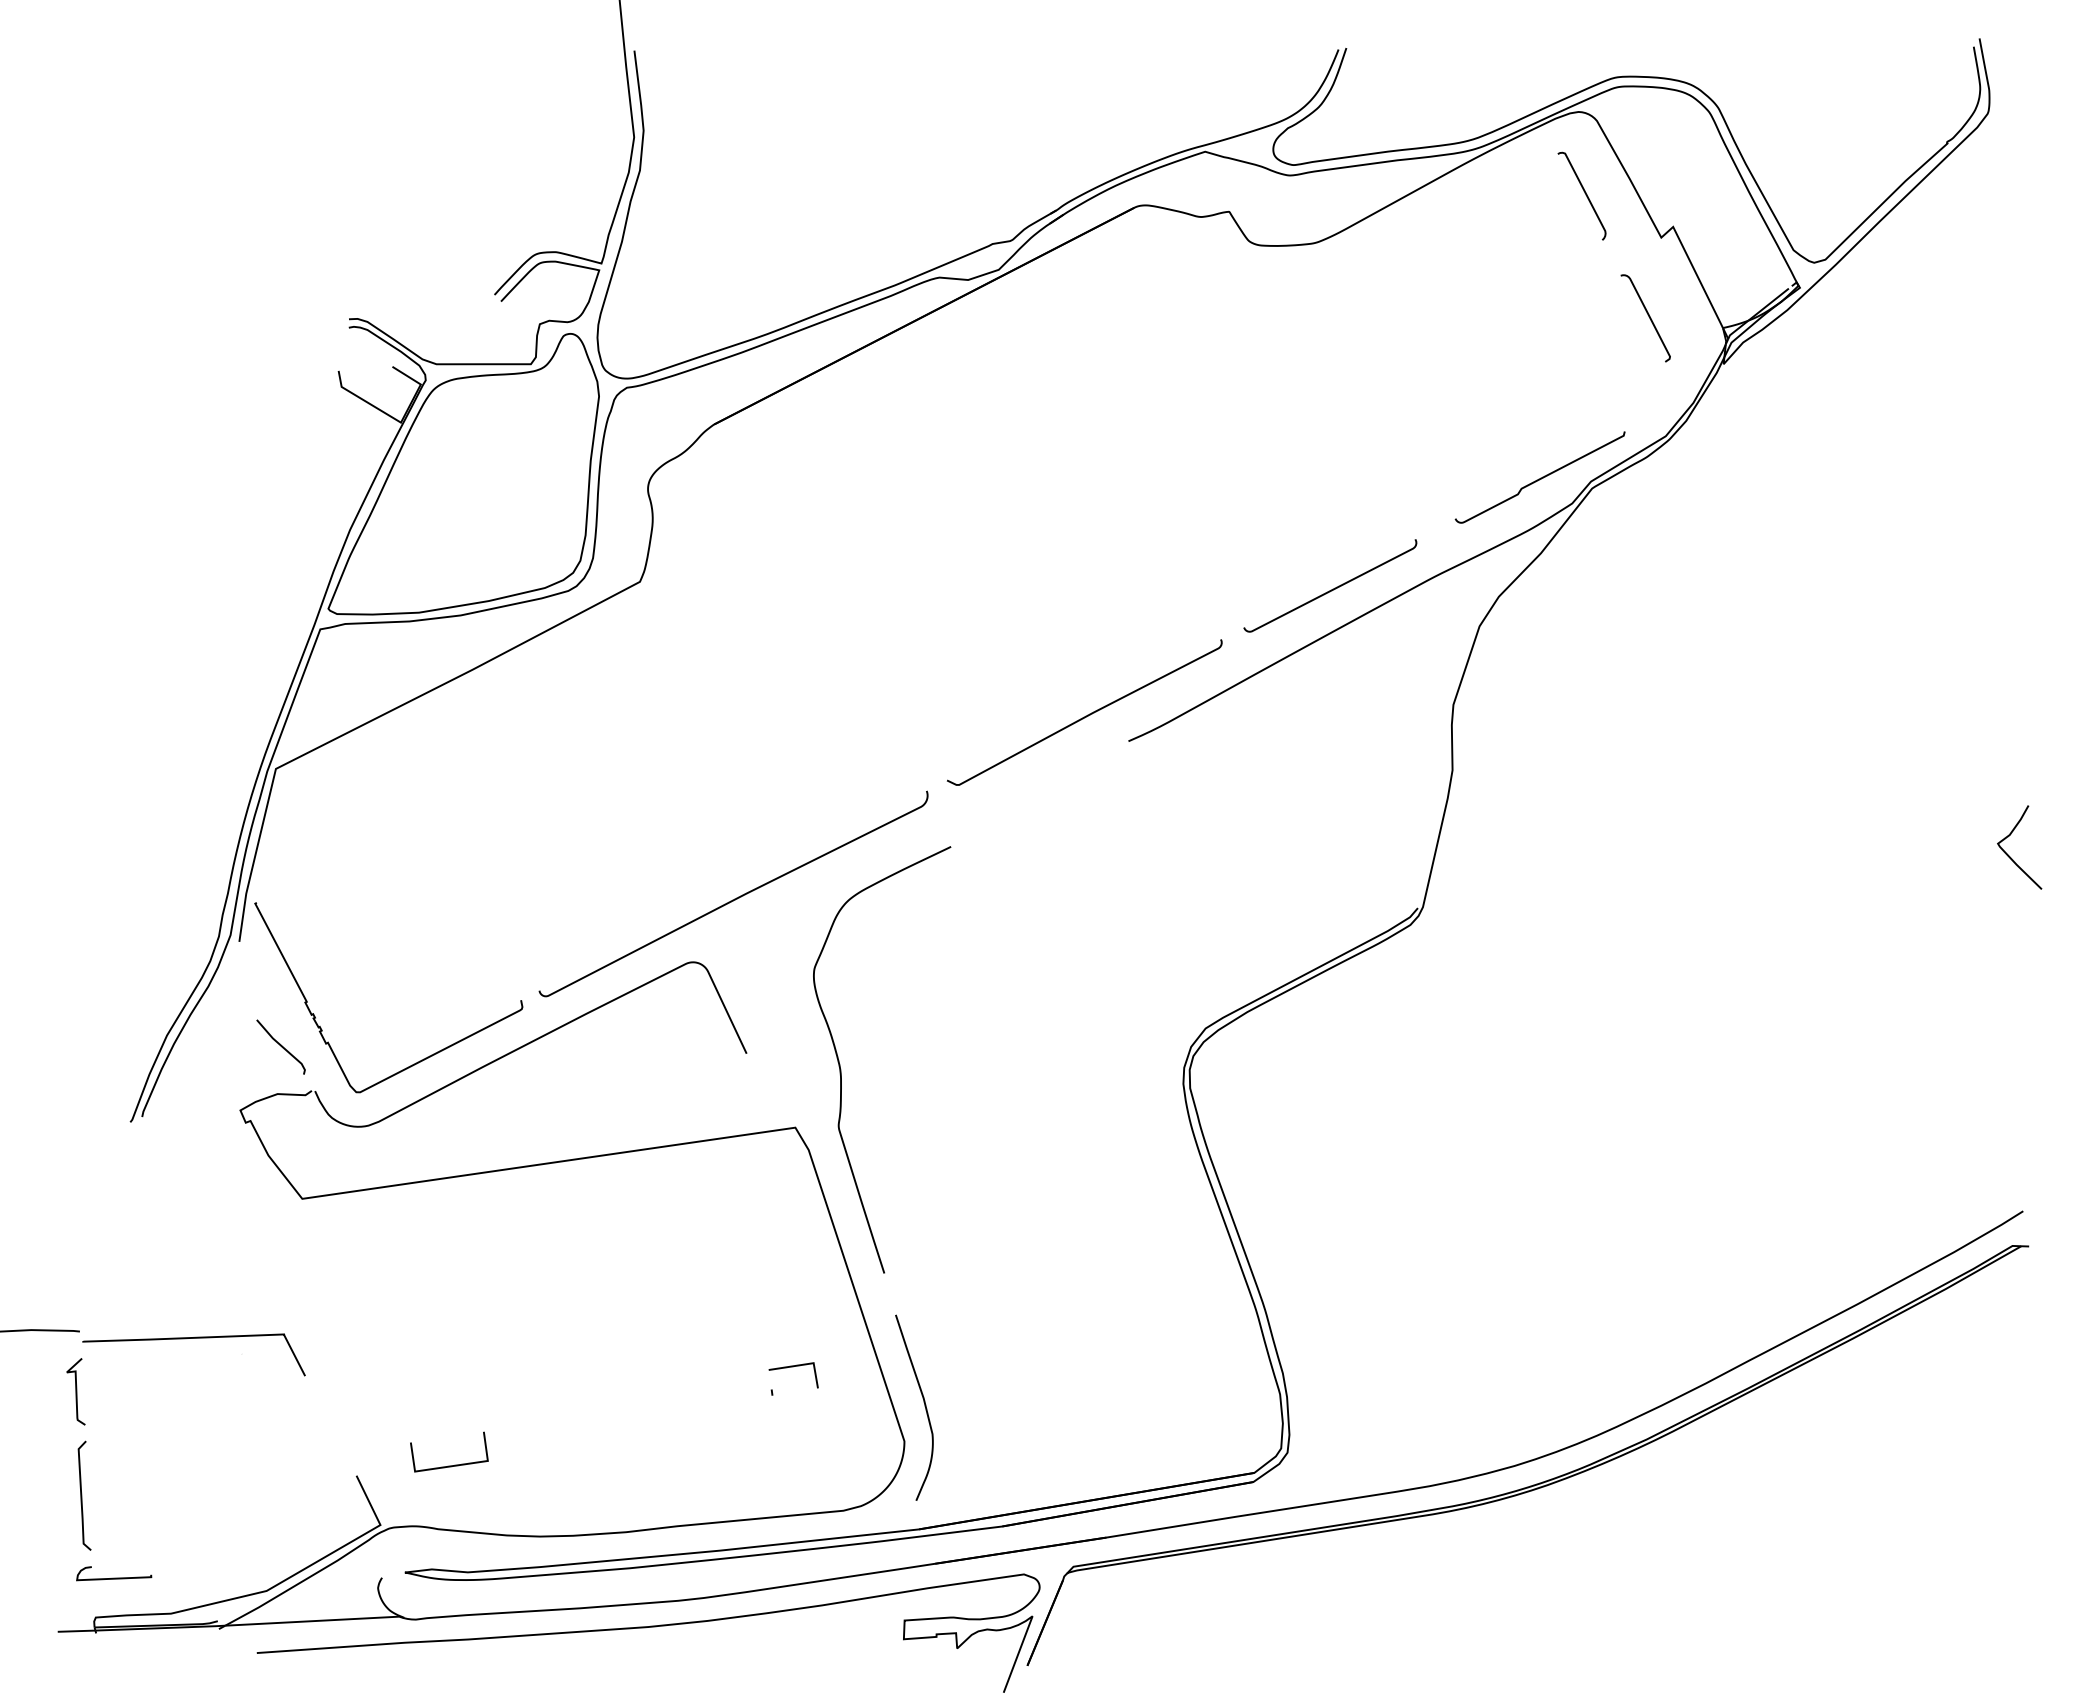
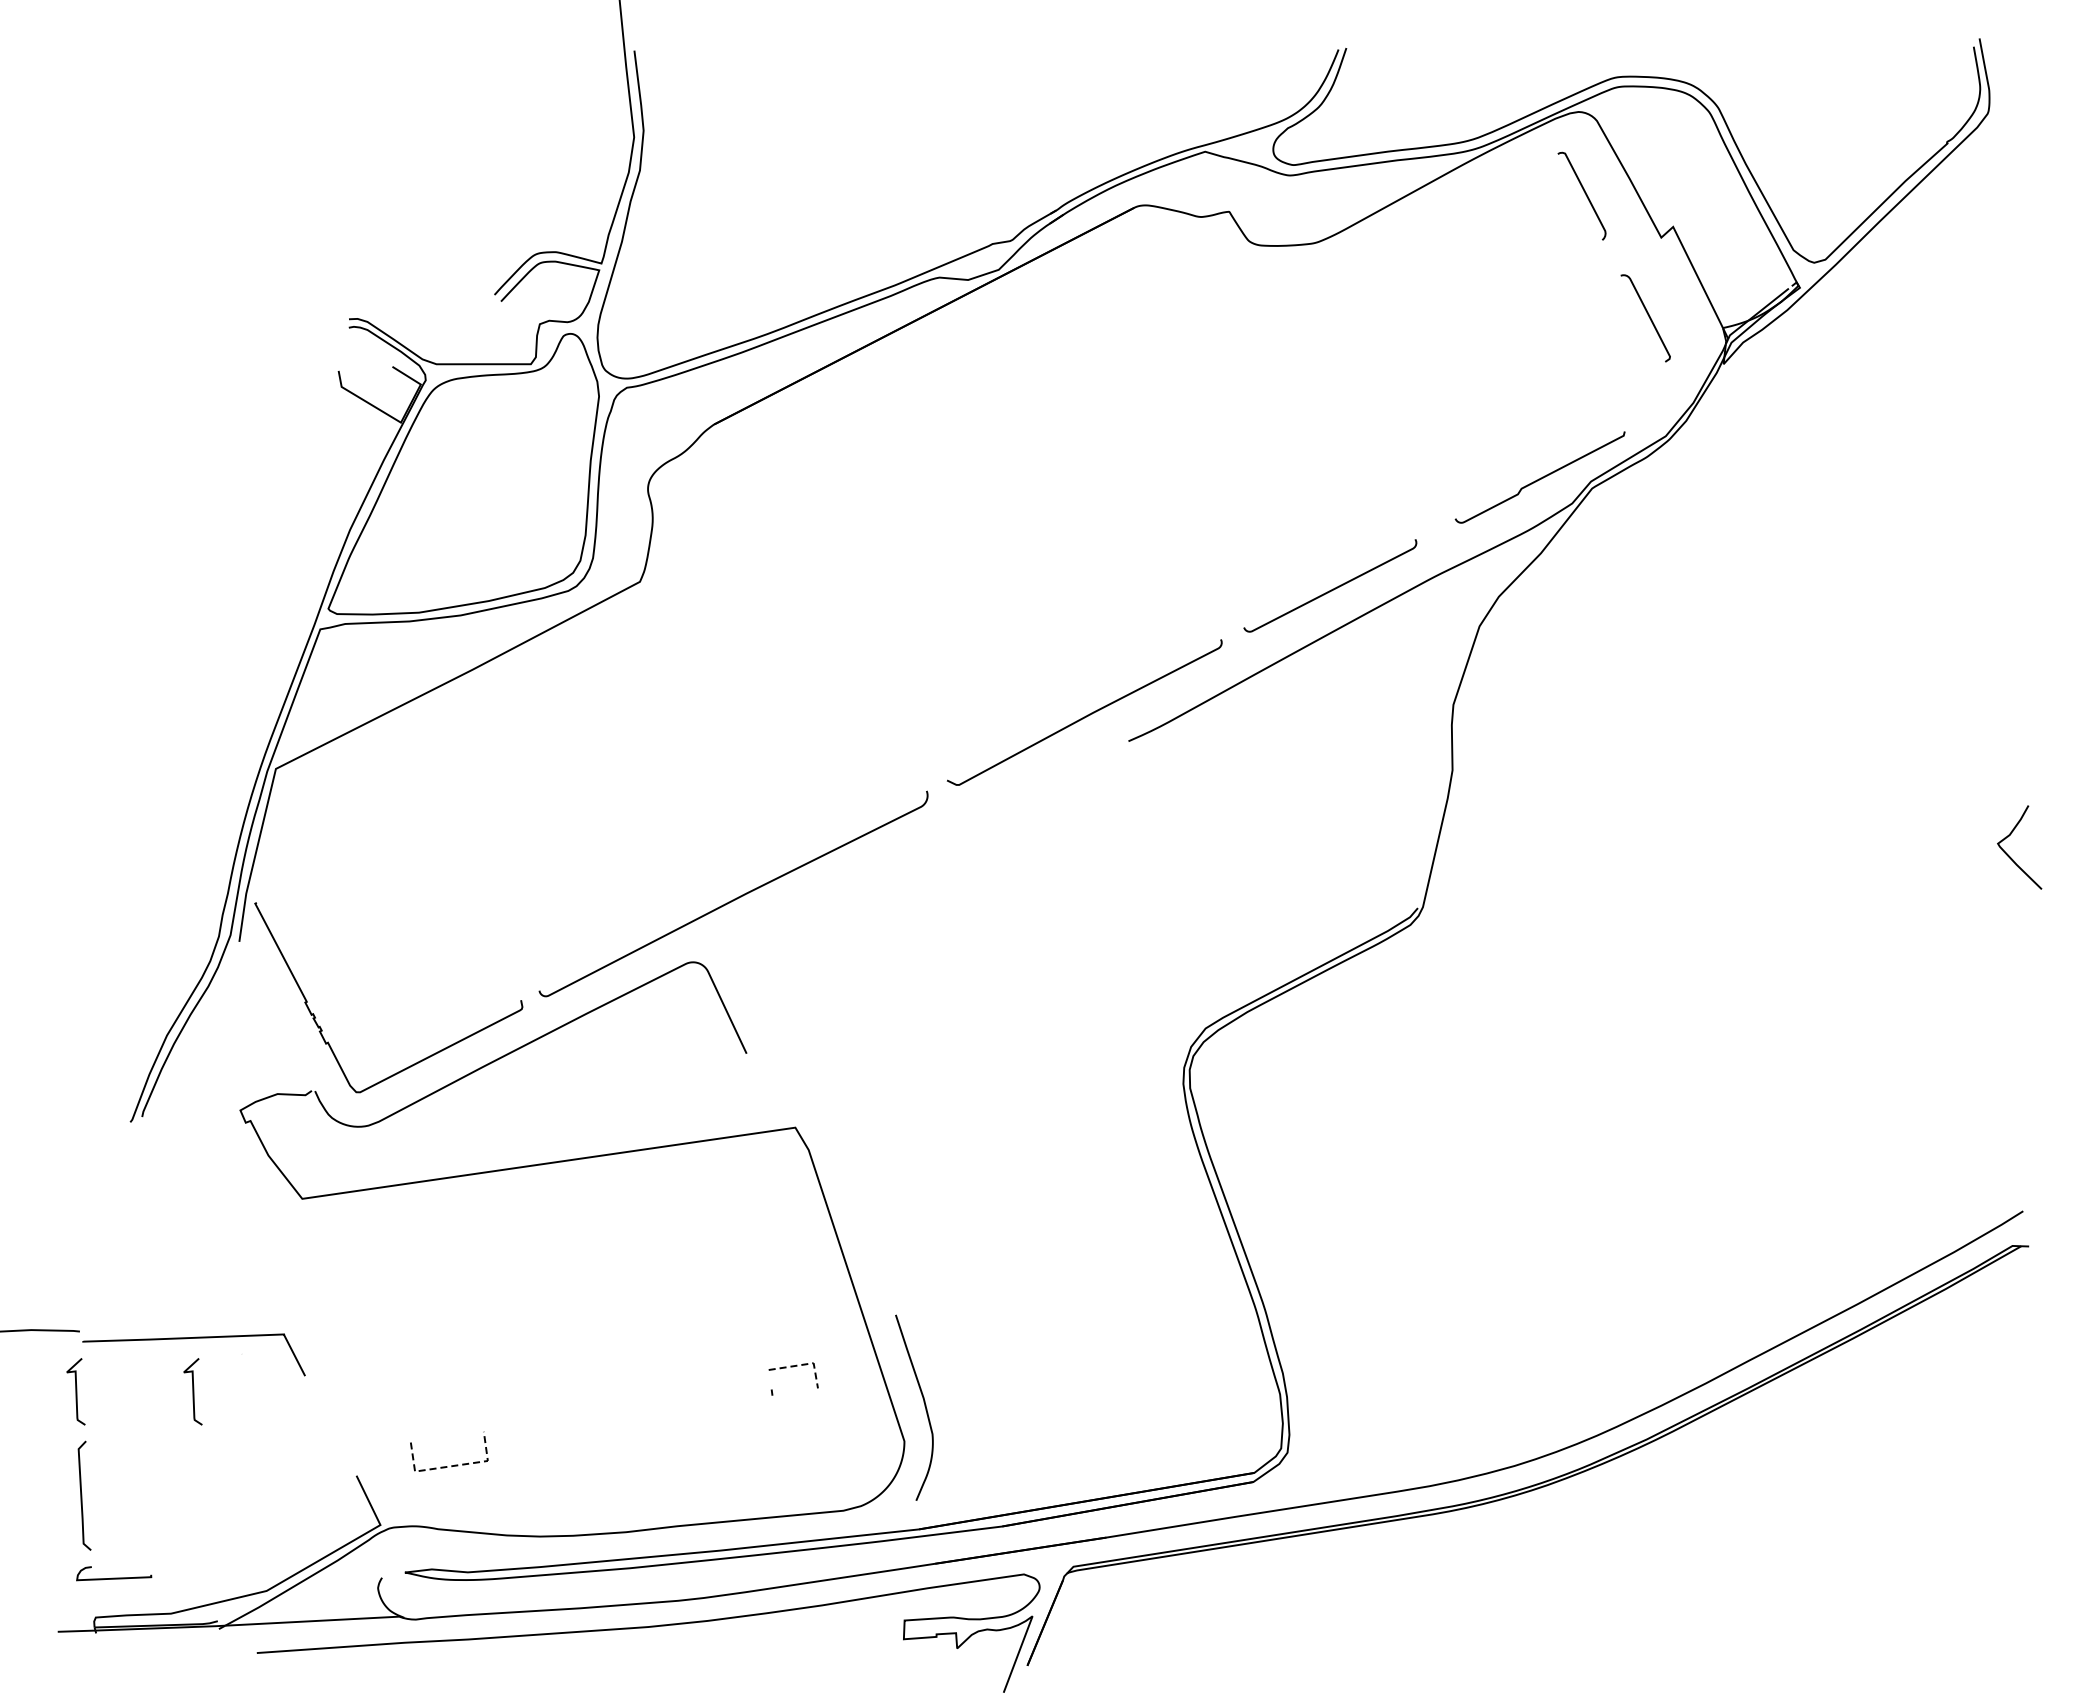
line at (280, 1046): present -> none
curve at (841, 1069): present -> none
line at (804, 1364): solid -> dashed
curve at (192, 1391): none -> present
line at (451, 1466): solid -> dashed
